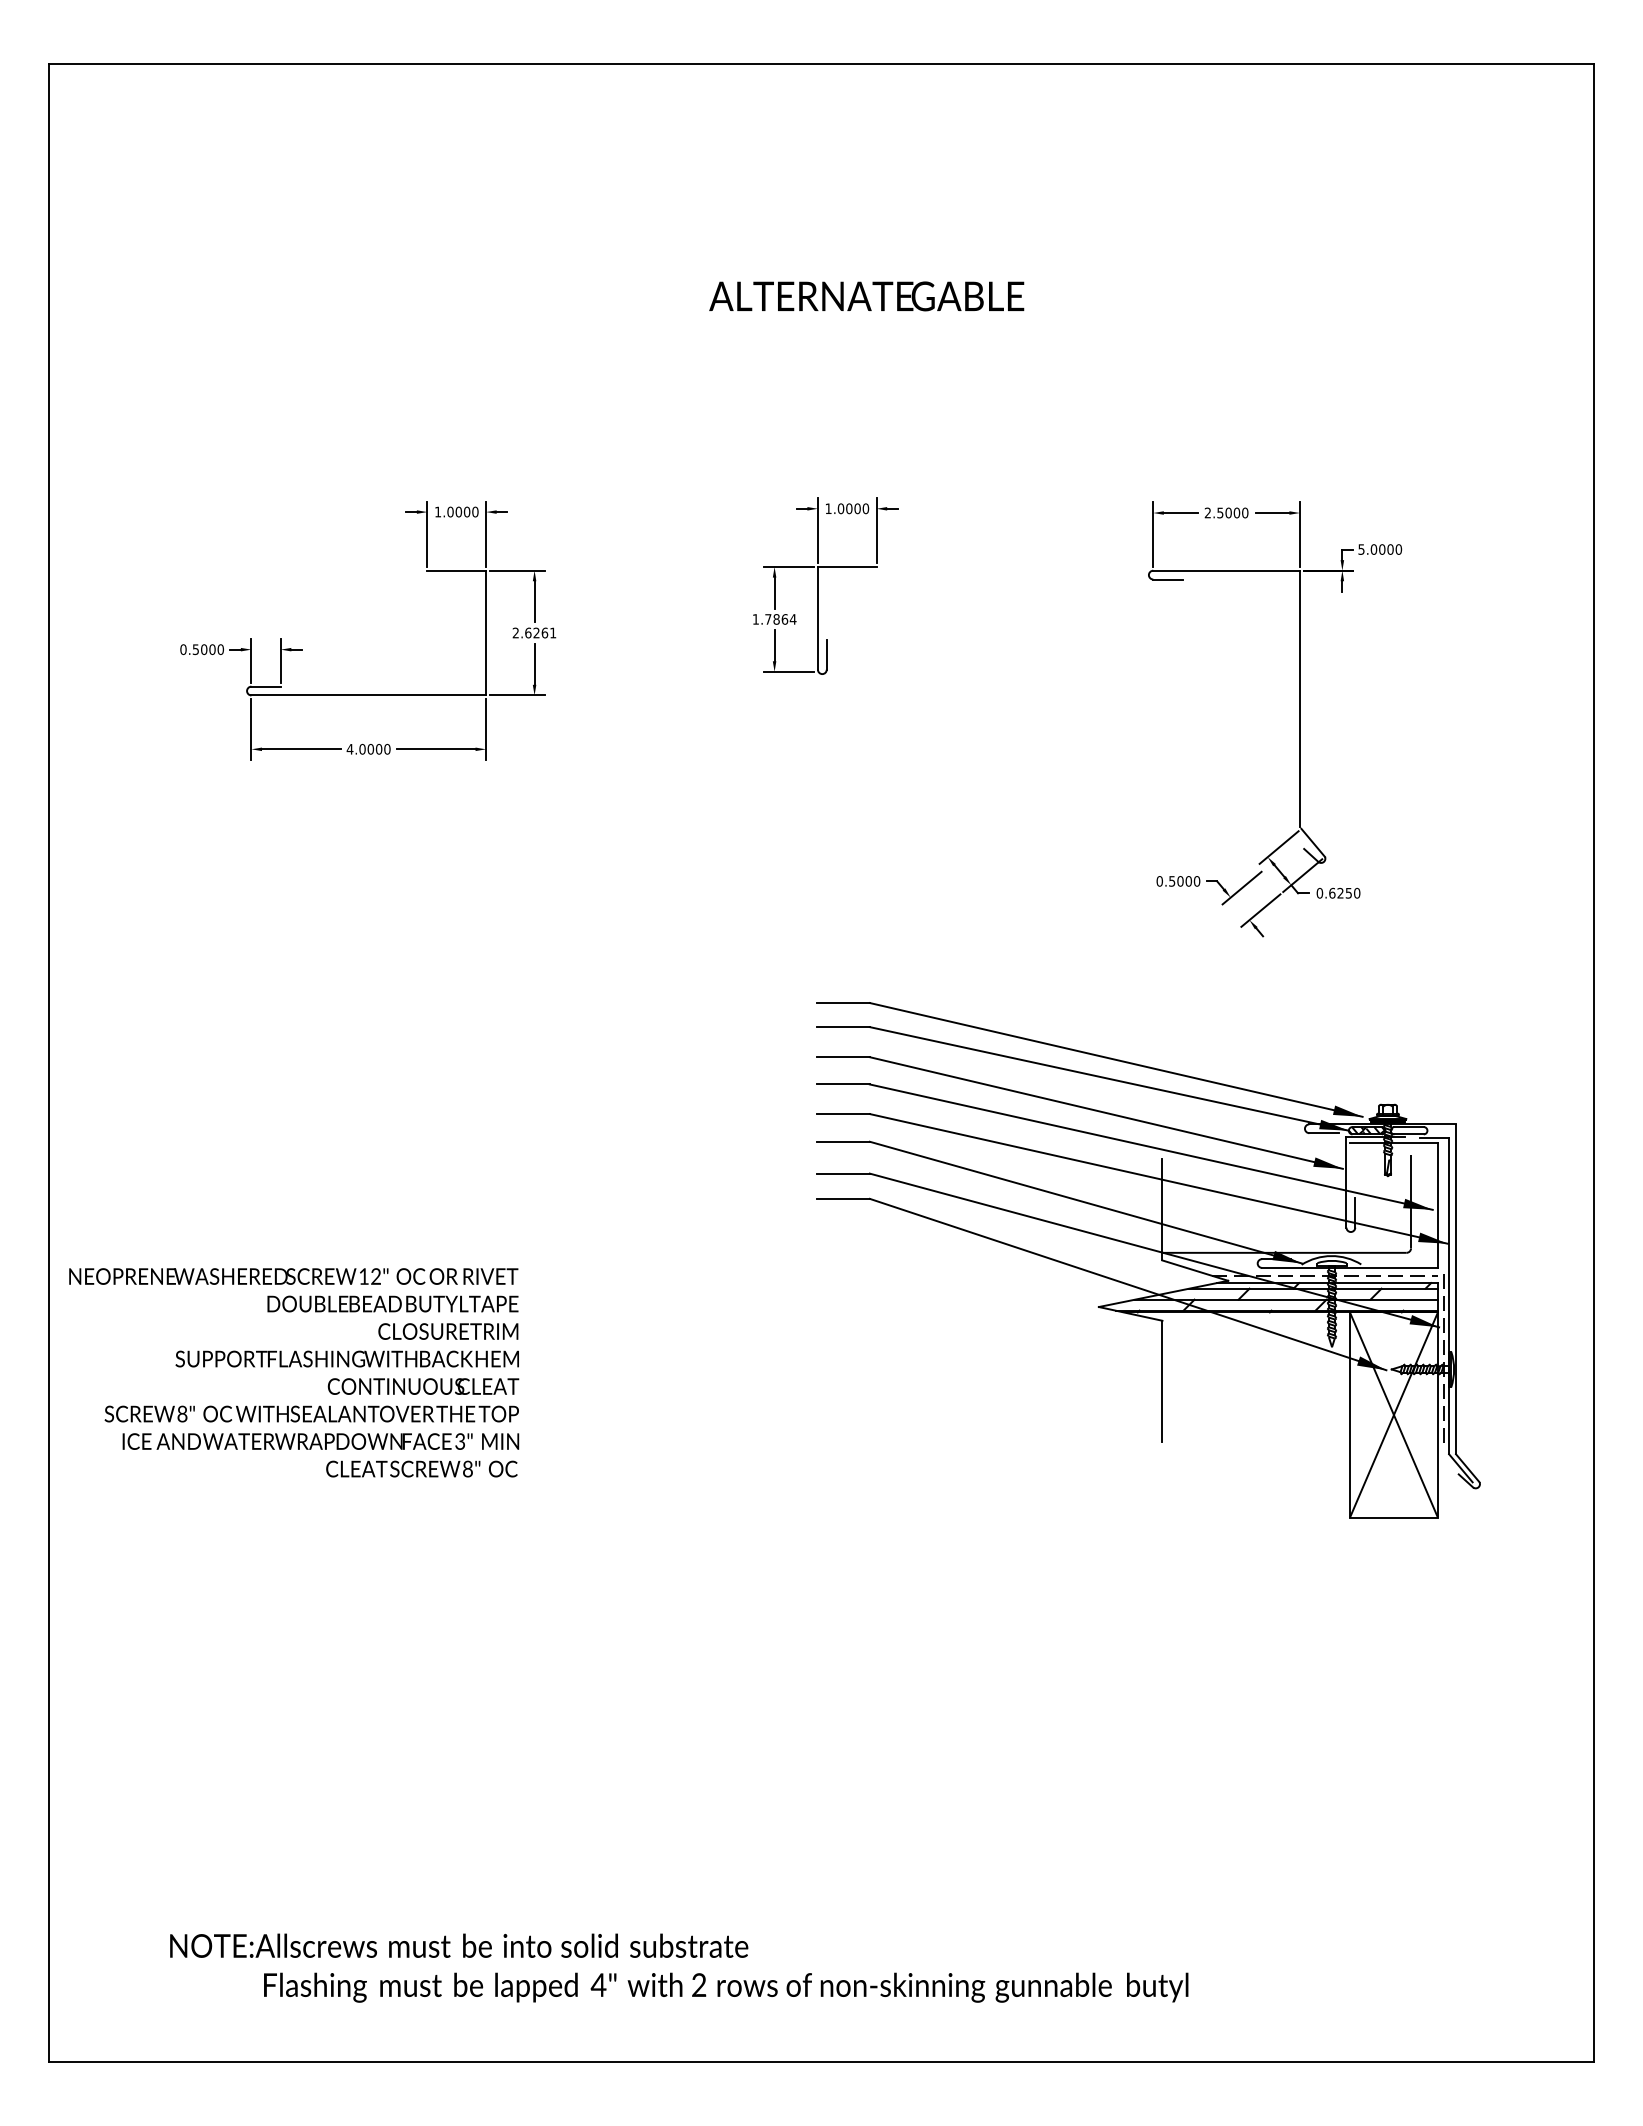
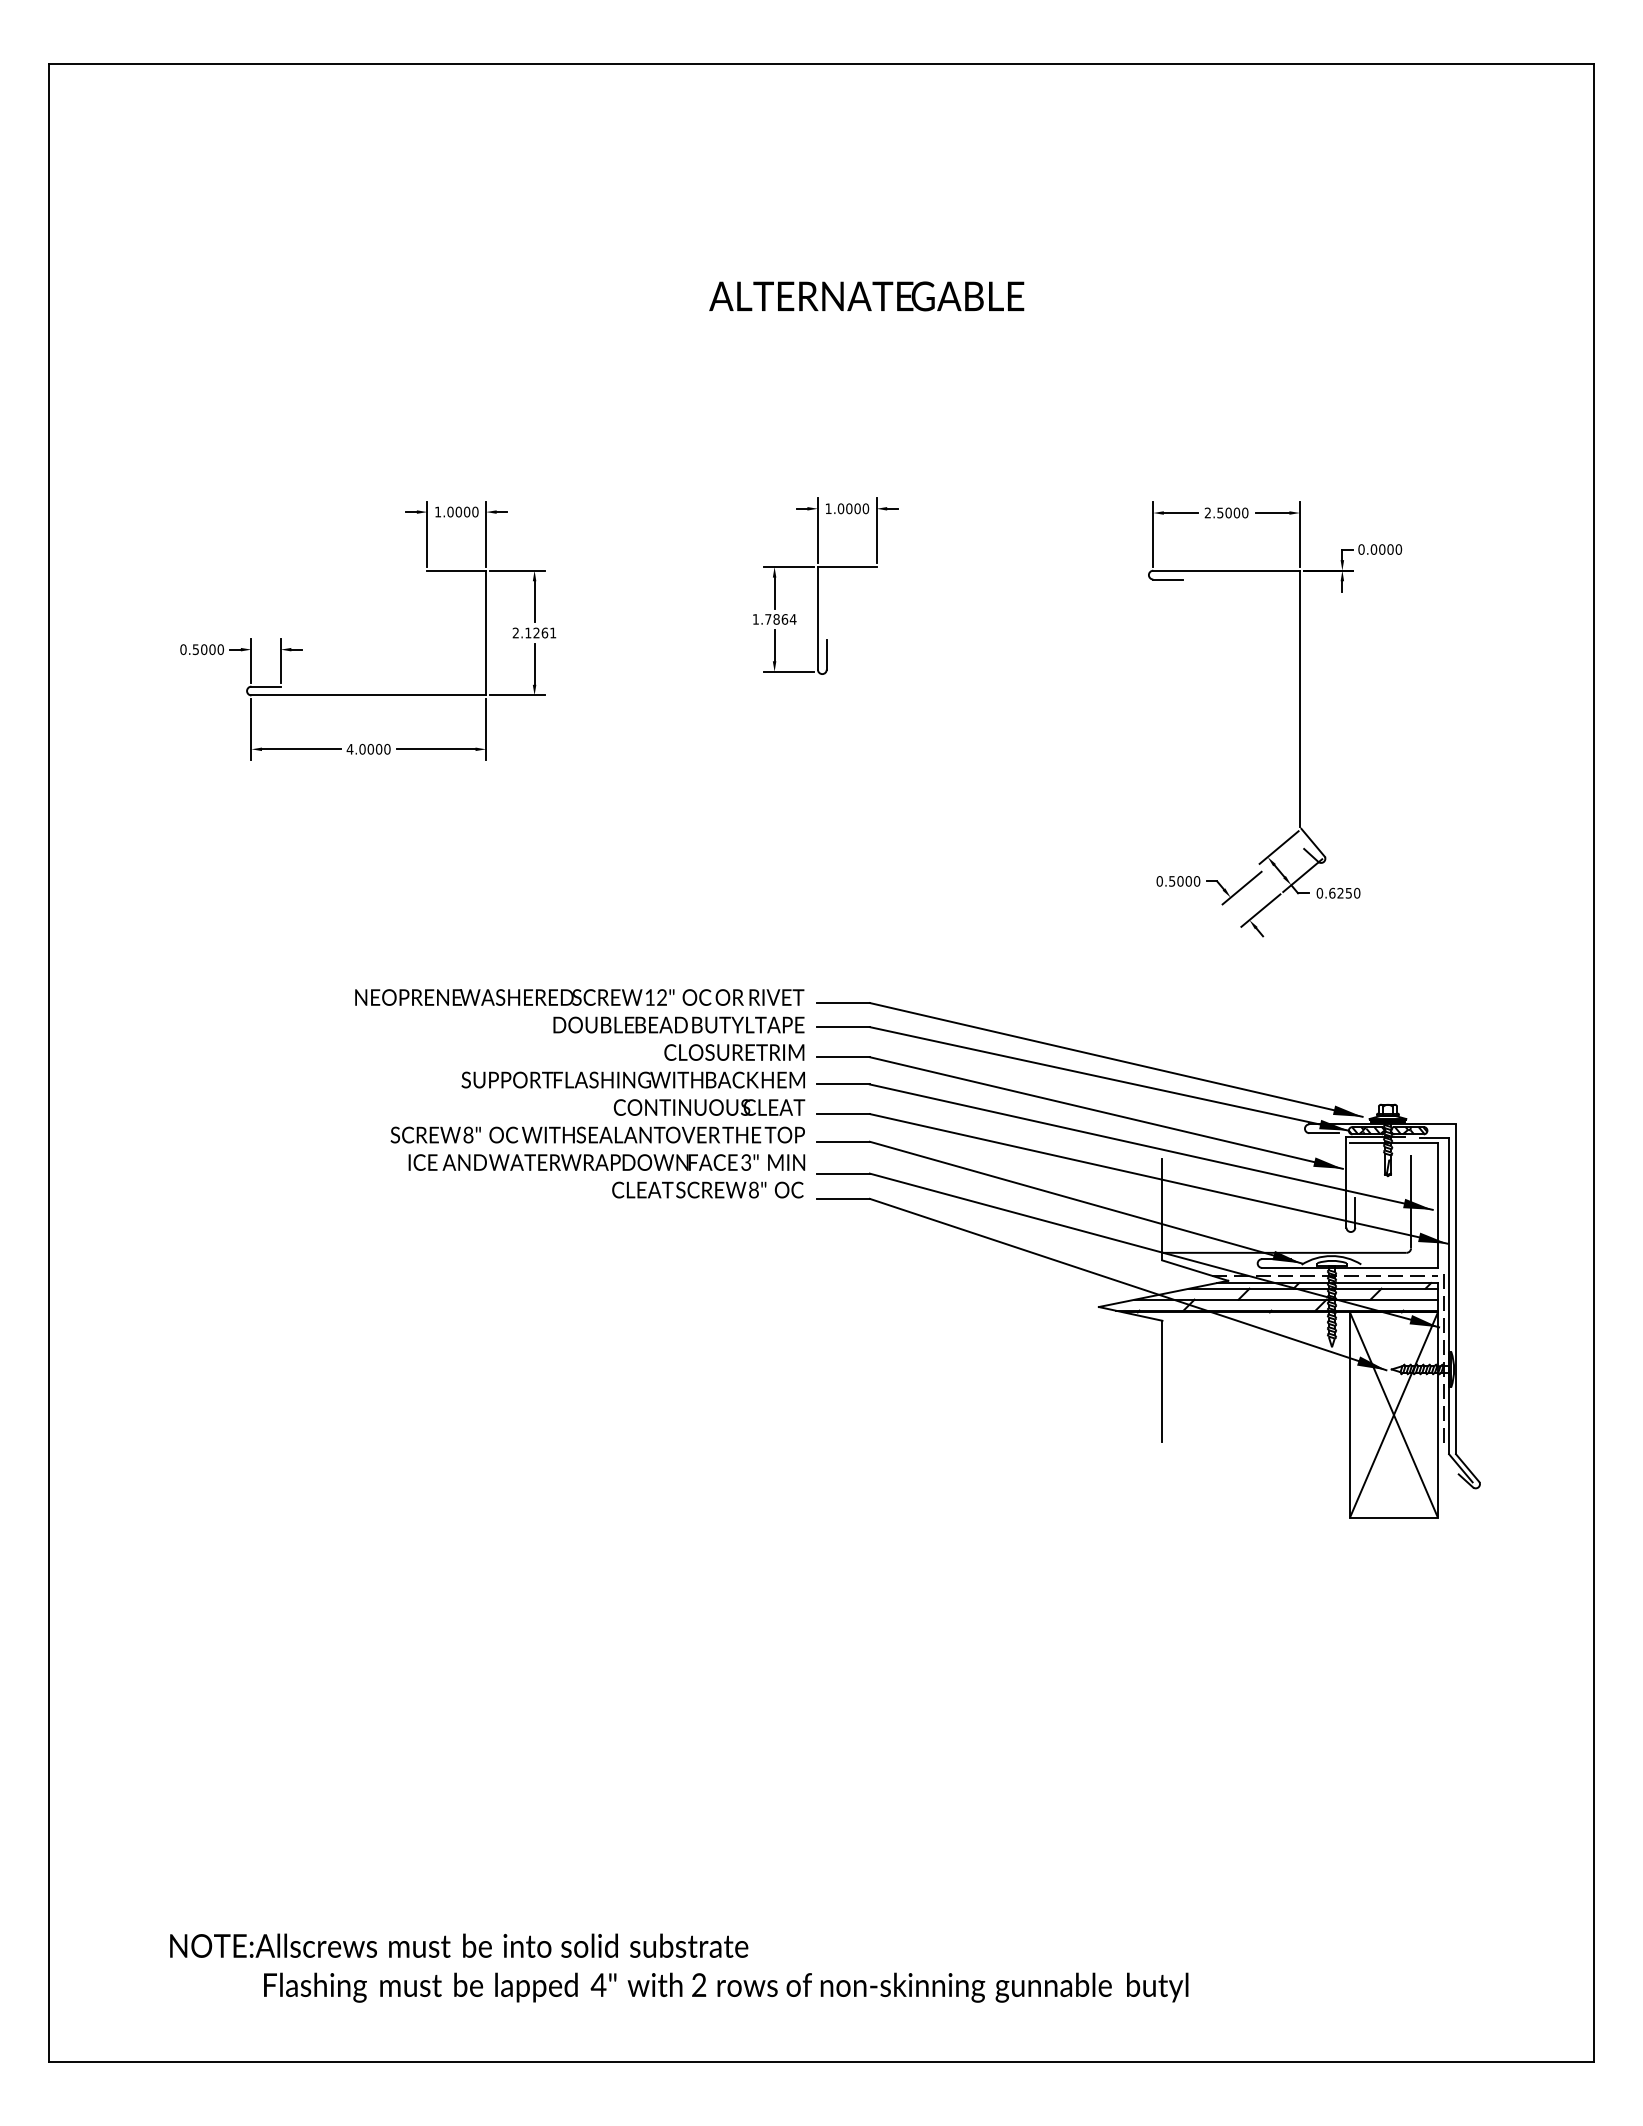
text at (1361, 549): 5.0000 -> 0.0000
text at (528, 632): 2.6261 -> 2.1261
hatch at (1408, 1130): none -> present
text at (294, 1372) position: (294, 1372) -> (580, 1093)
